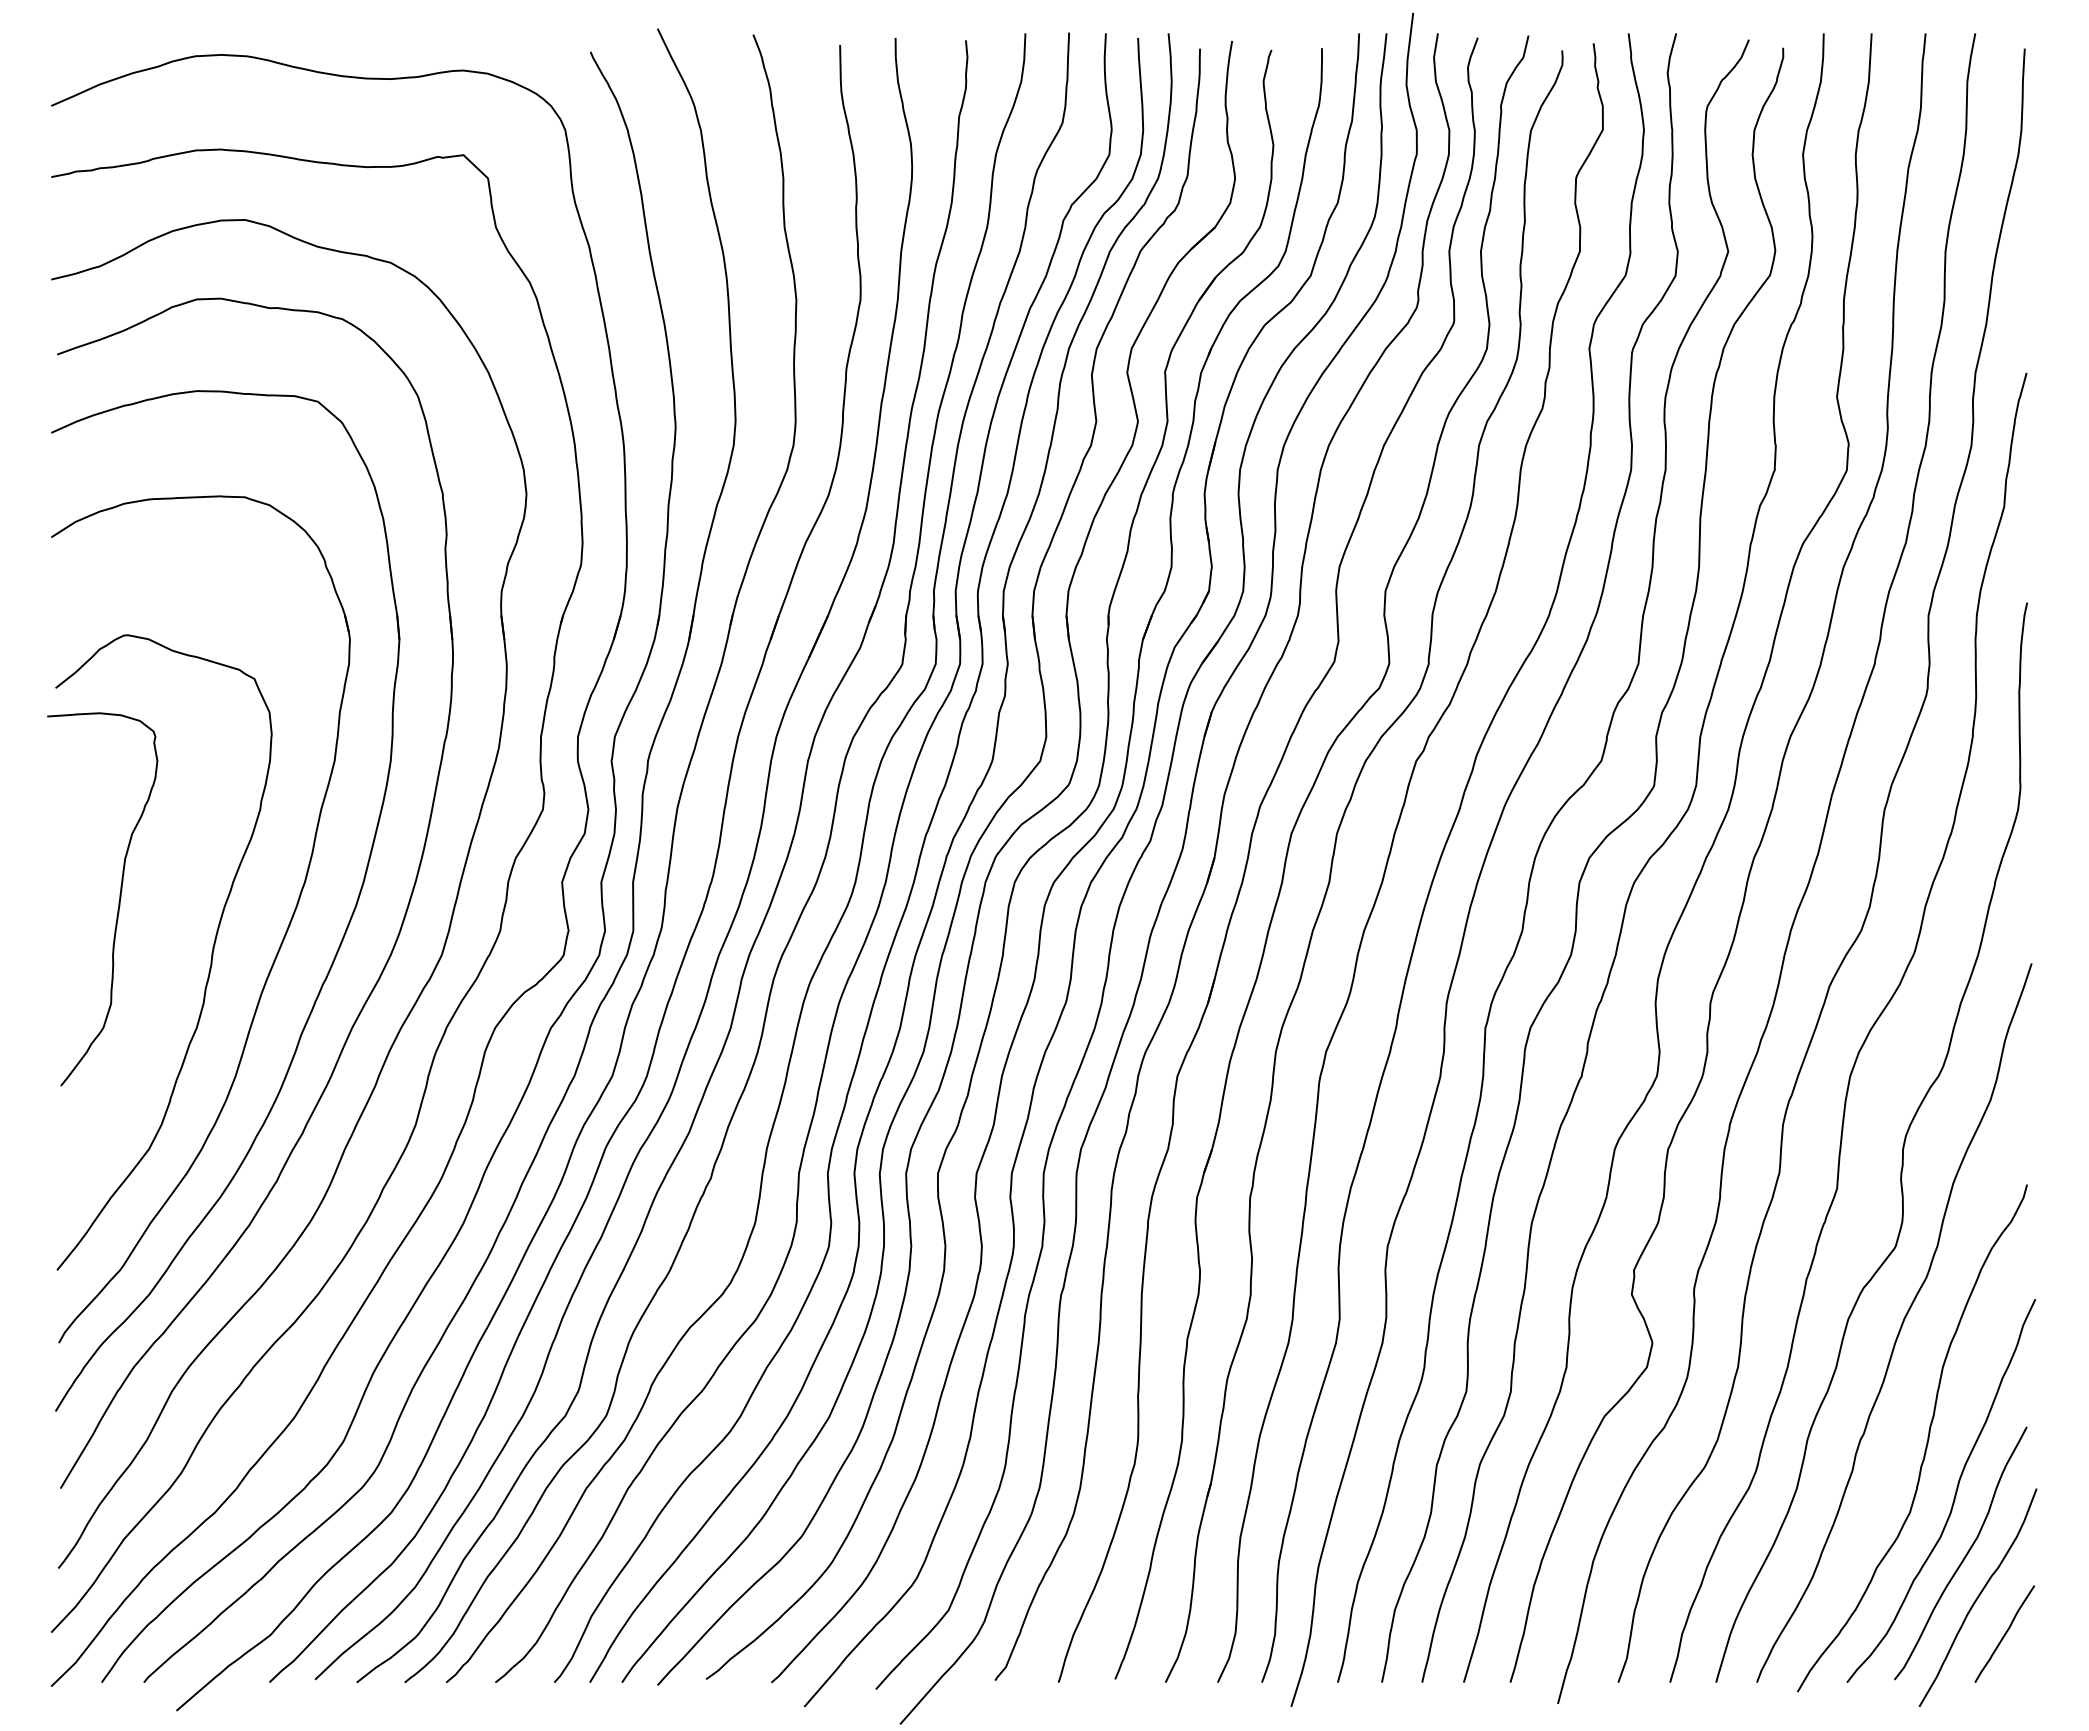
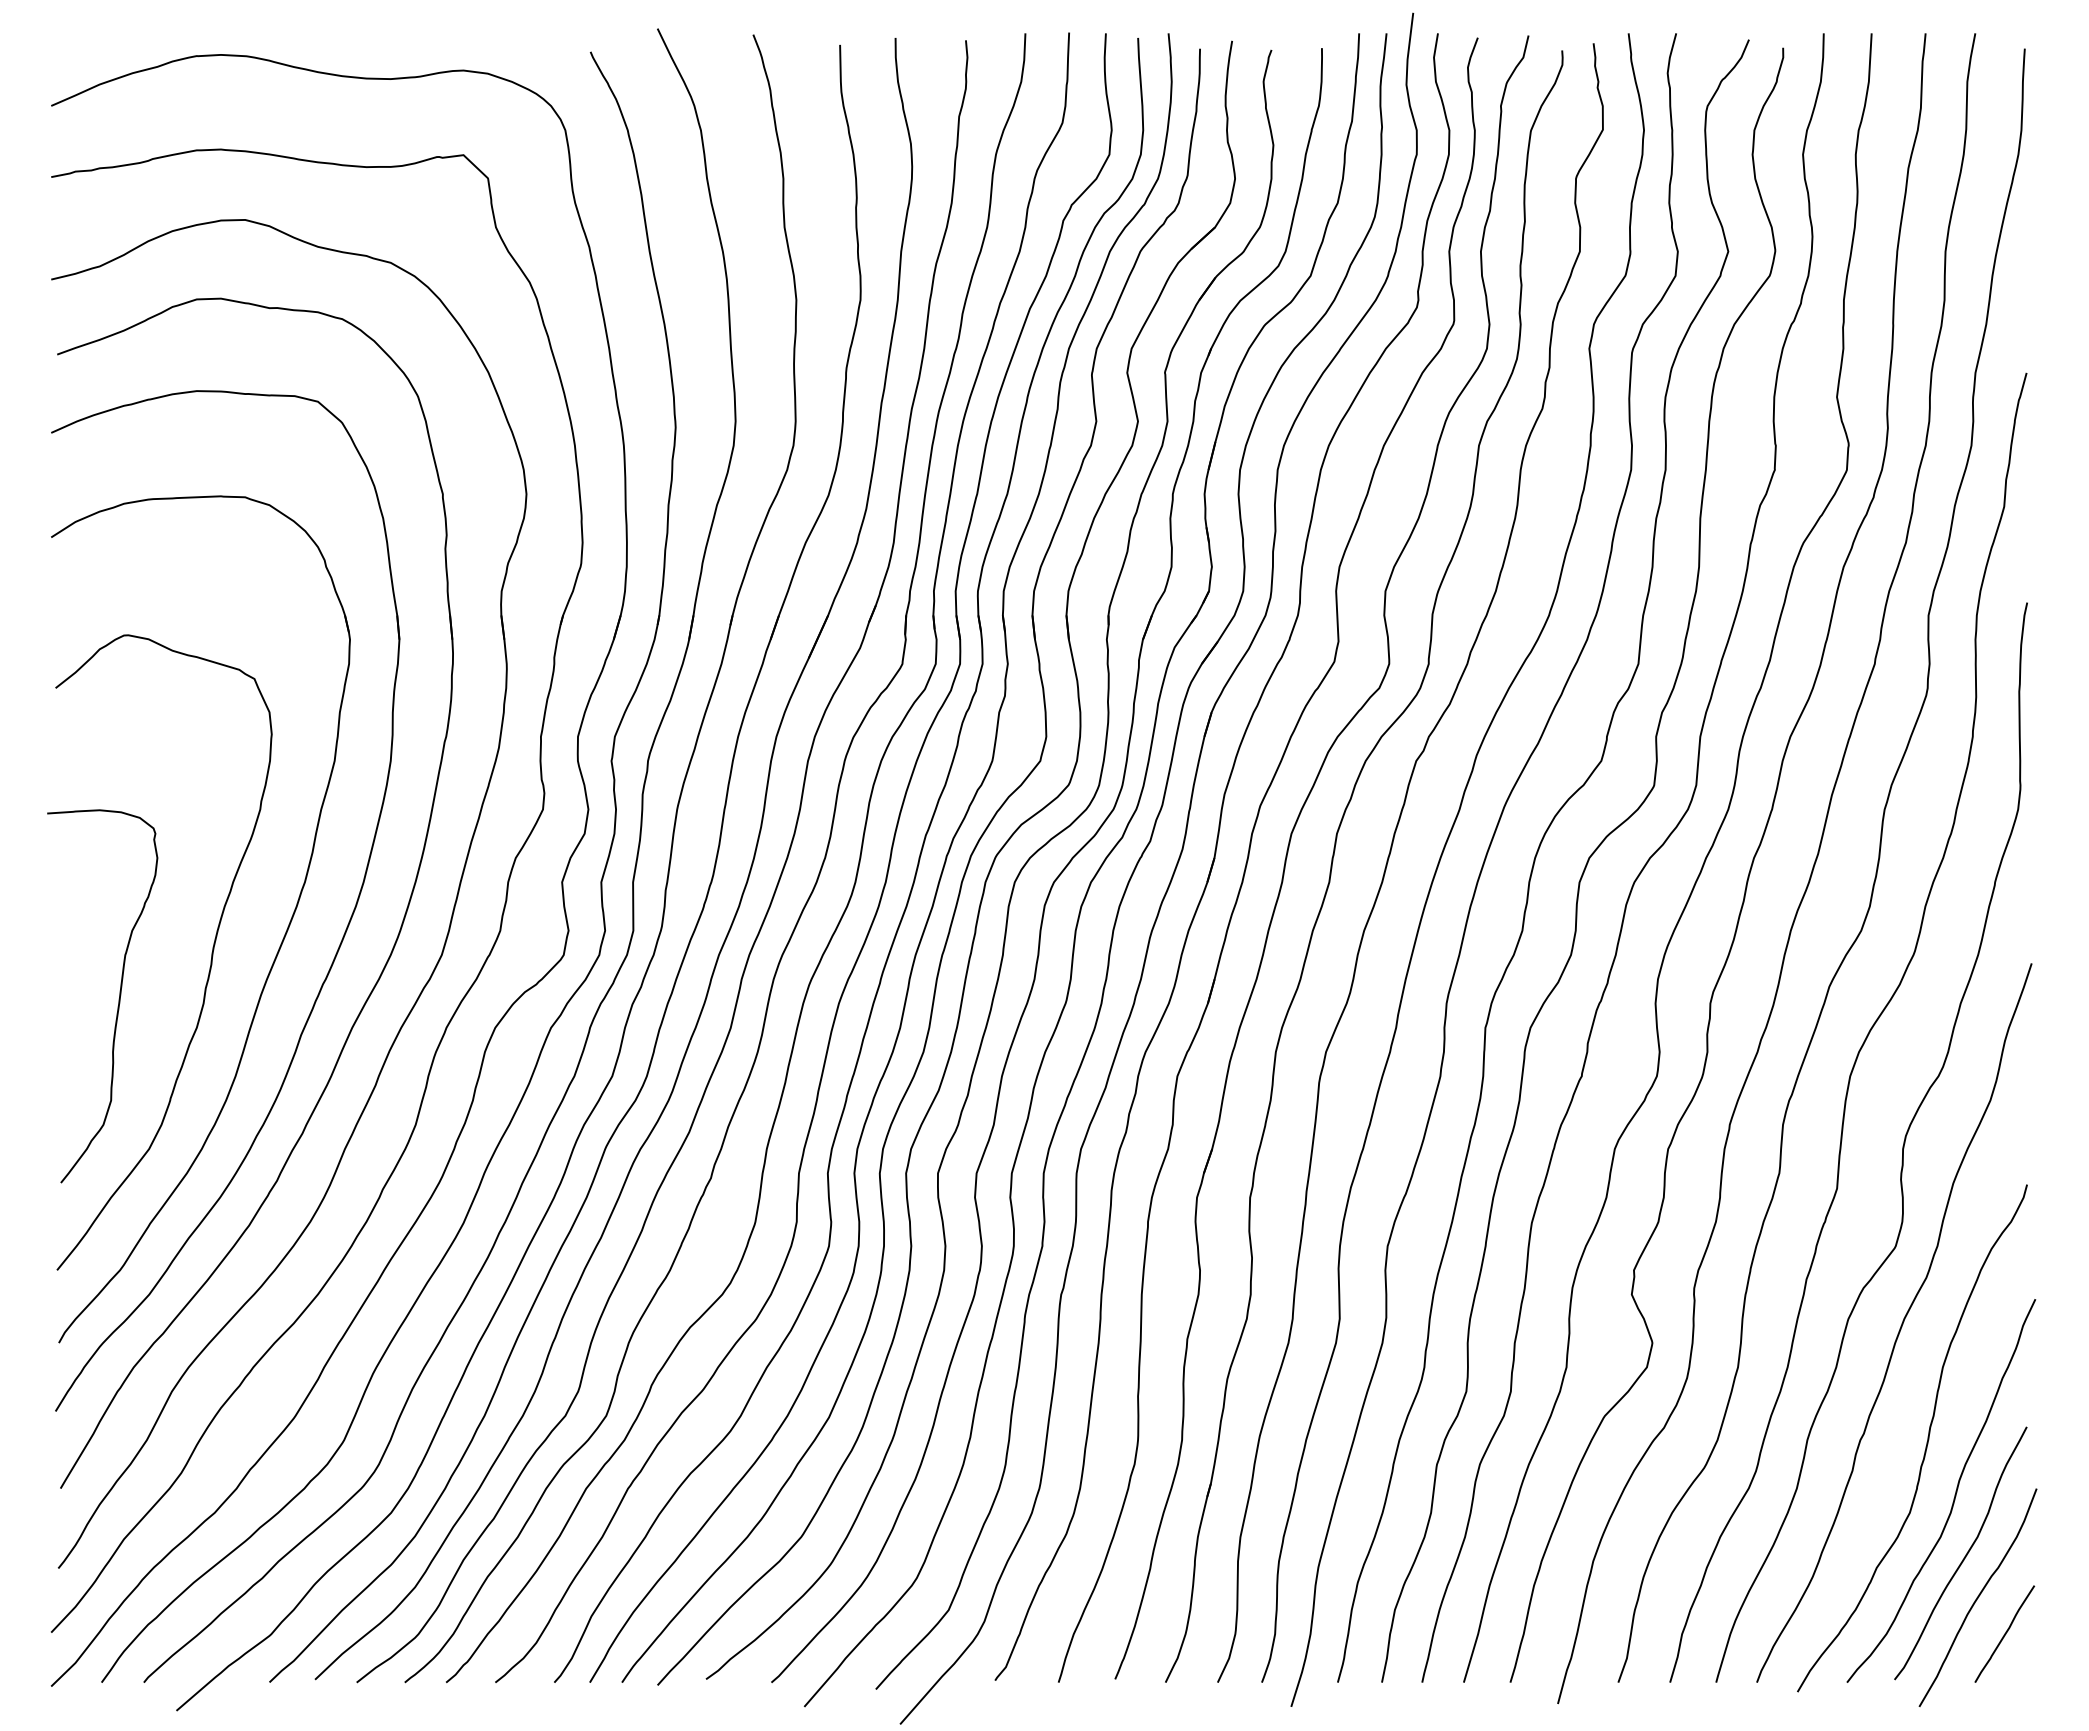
curve at (118, 901) position: (118, 901) -> (118, 998)
